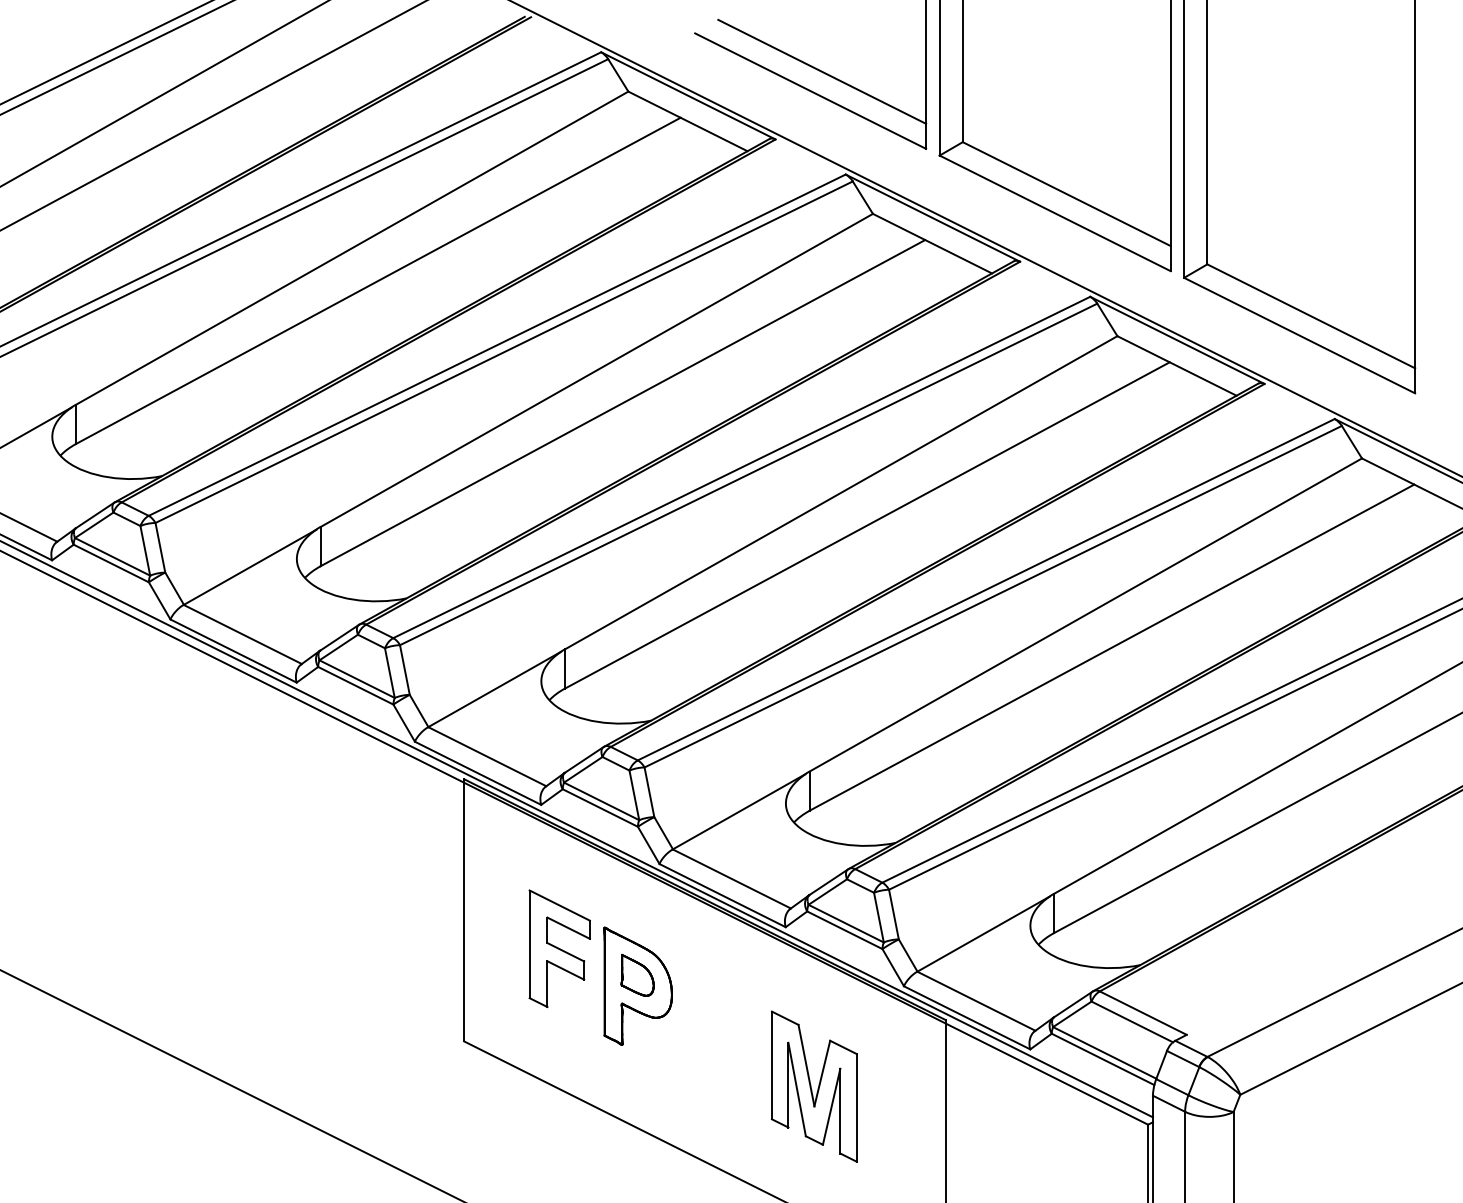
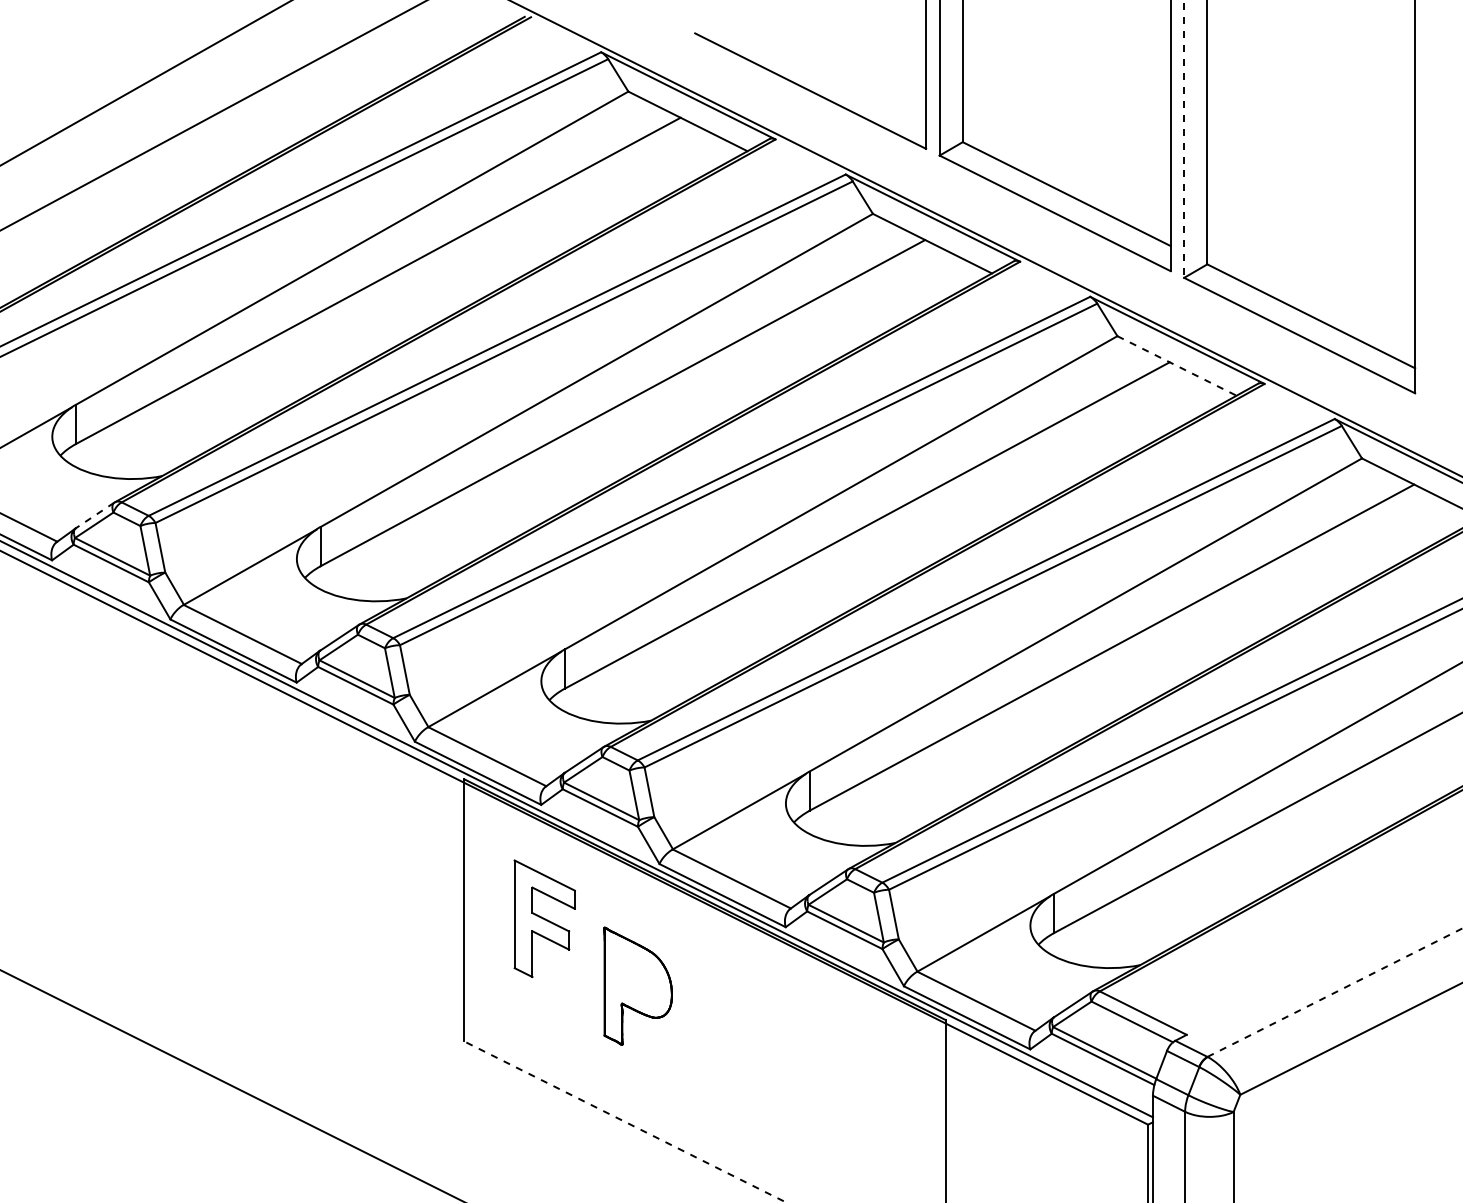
line at (105, 52): present -> none
line at (116, 57): present -> none
line at (822, 71): present -> none
line at (164, 93) position: (164, 93) -> (145, 83)
line at (1184, 138): solid -> dashed
line at (1177, 365): solid -> dashed
line at (94, 515): solid -> dashed
part at (559, 948) position: (559, 948) -> (544, 918)
part at (637, 975): present -> none
line at (1335, 992): solid -> dashed
part at (813, 1086): present -> none
line at (624, 1121): solid -> dashed
